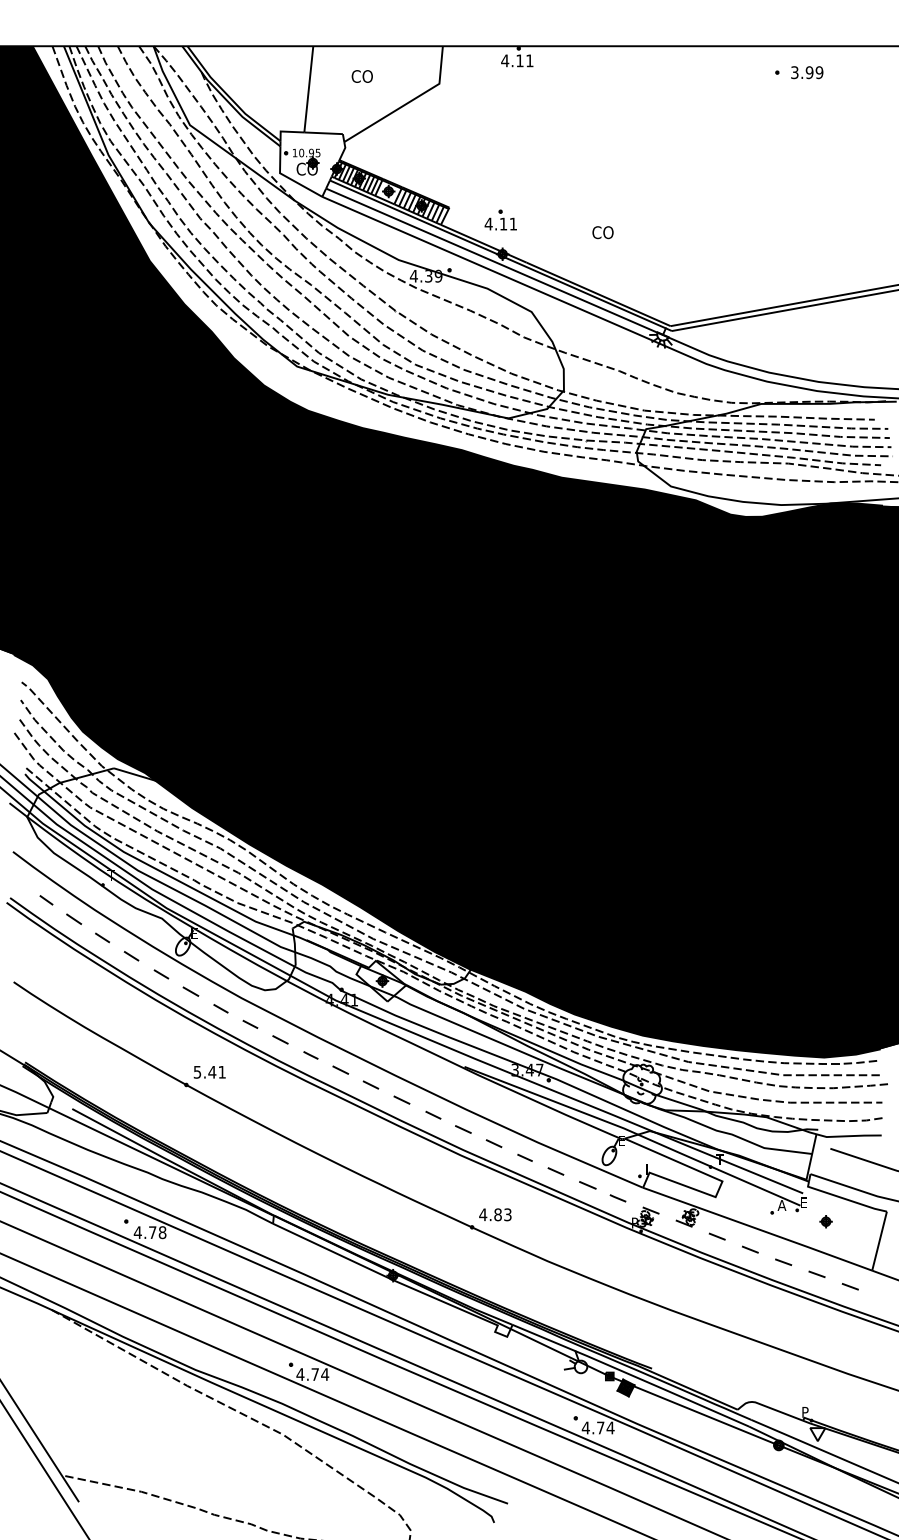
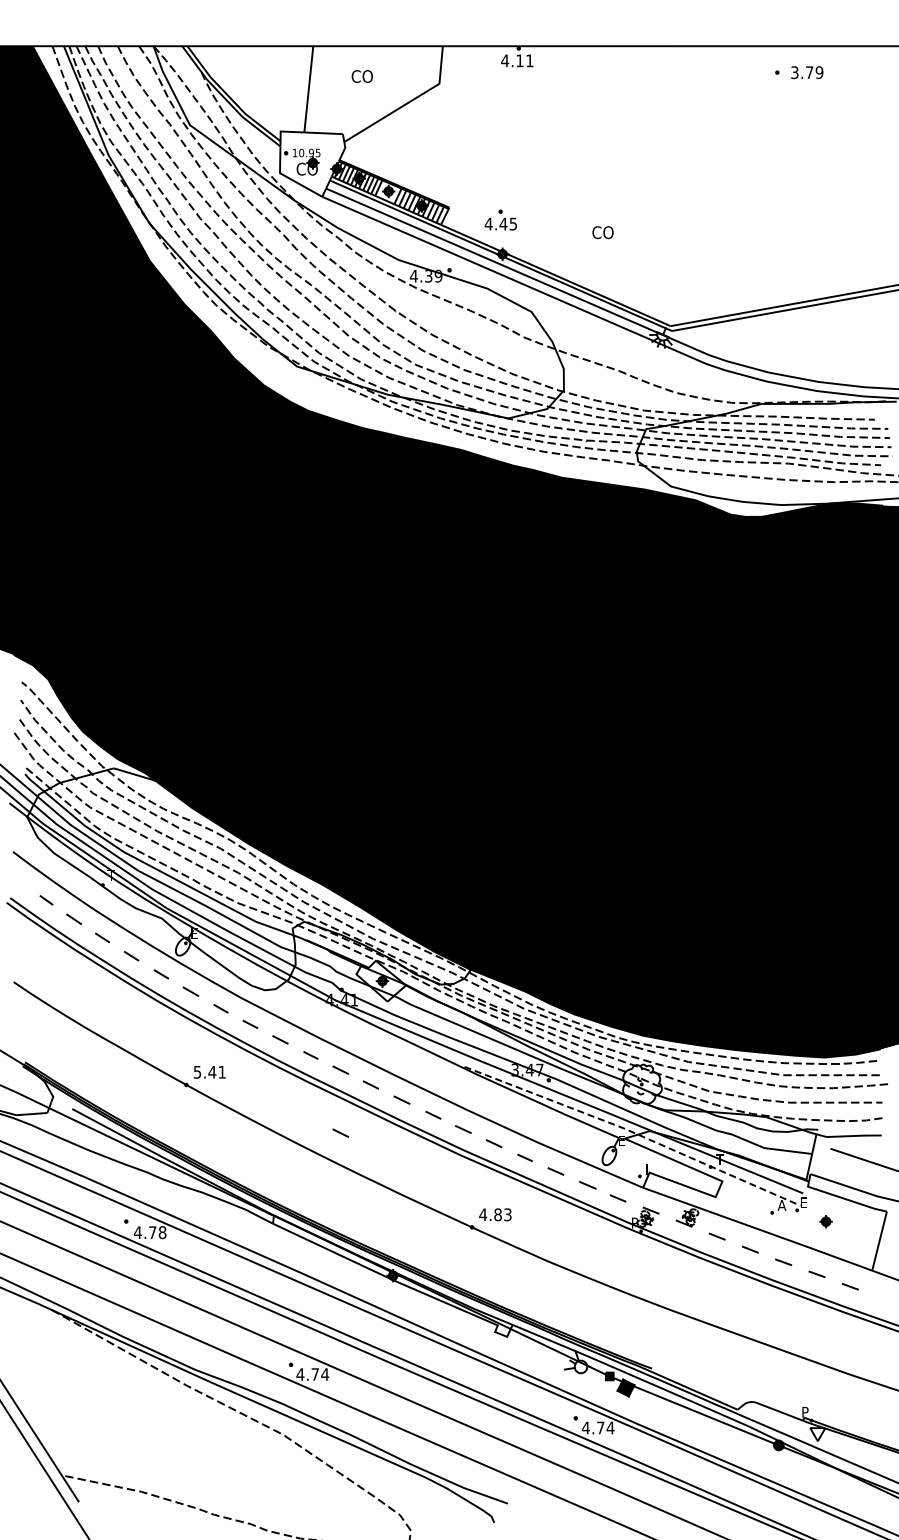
text at (809, 72): 3.99 -> 3.79
text at (507, 223): 4.11 -> 4.45
line at (340, 1132): none -> present
line at (634, 1132): solid -> dashed
